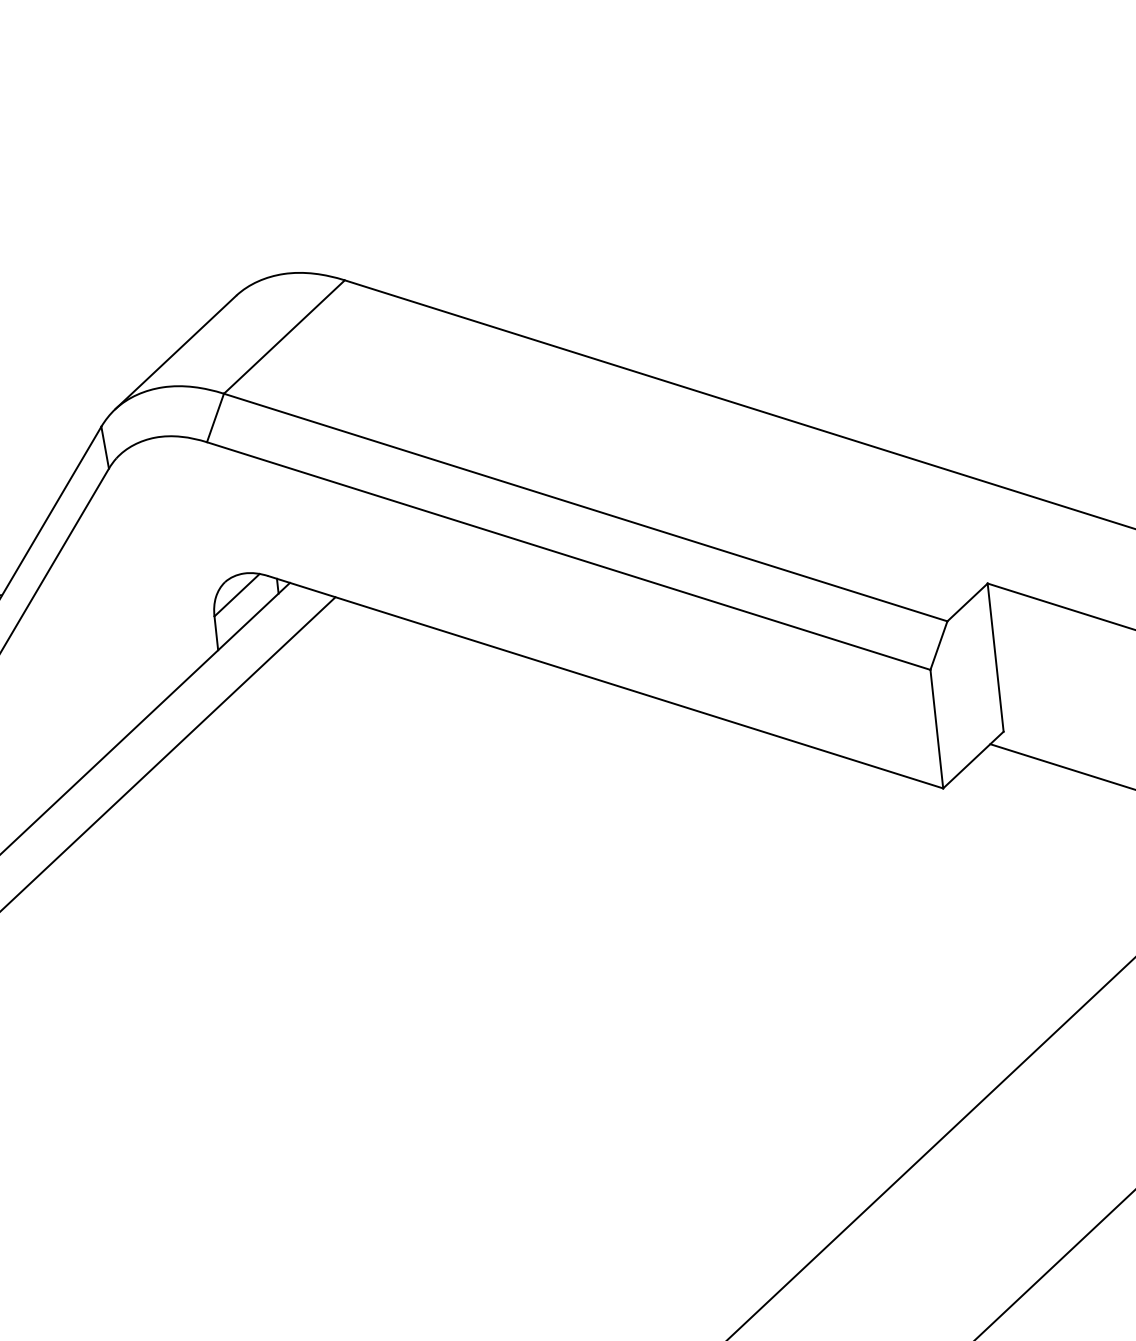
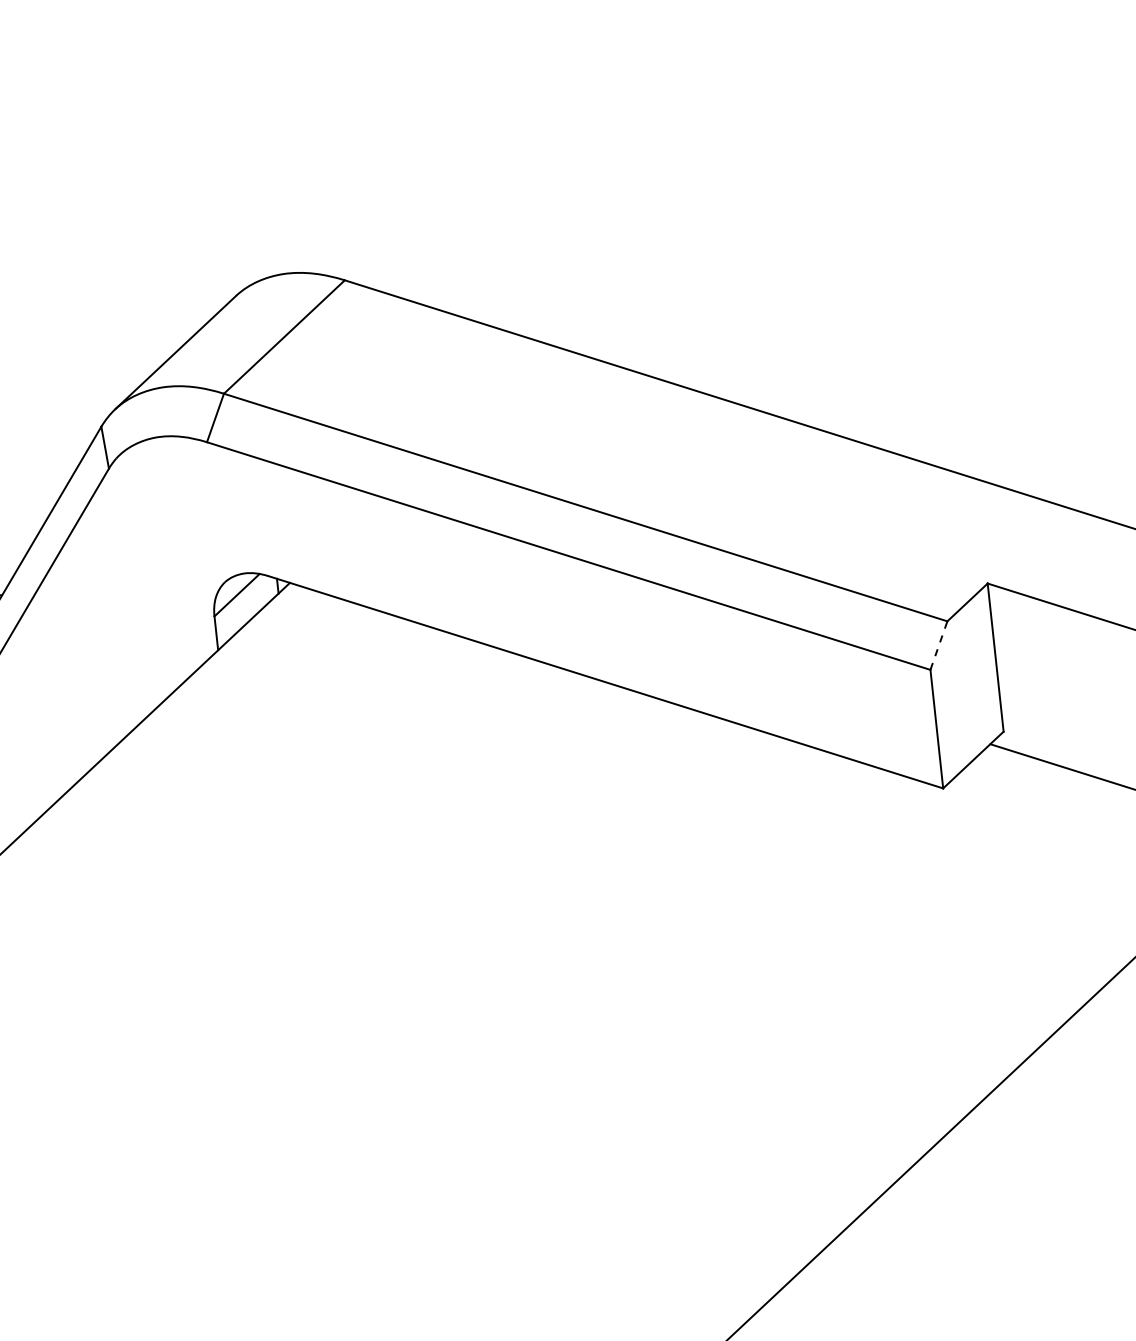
line at (938, 645): solid -> dashed
line at (168, 753): present -> none
line at (1054, 1264): present -> none
